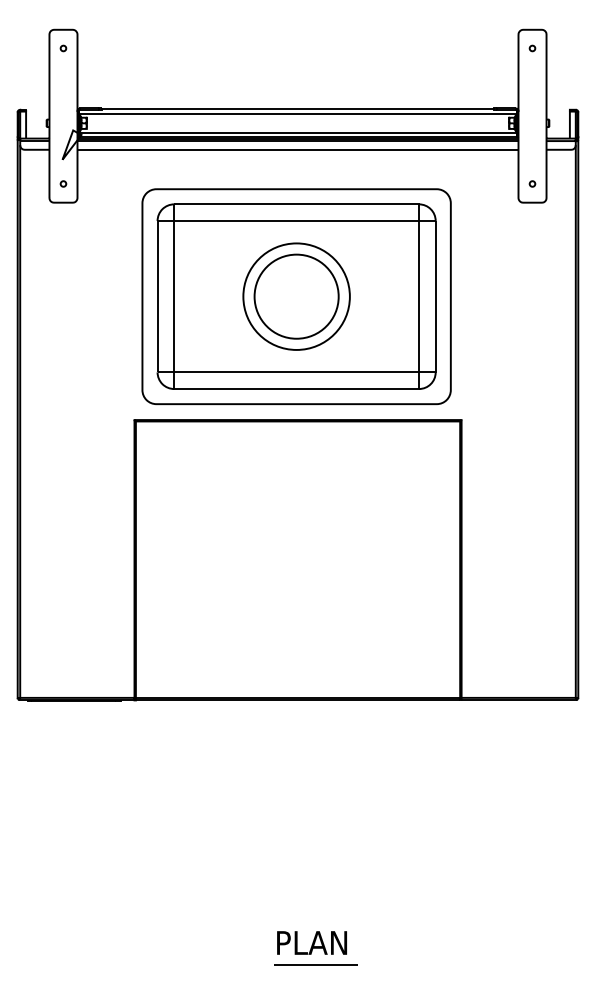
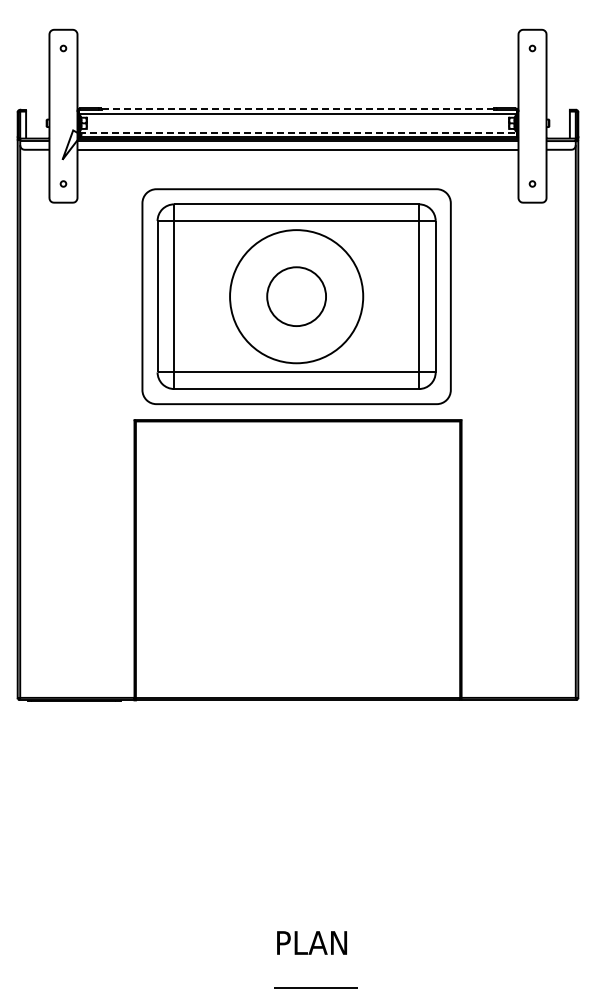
line at (298, 109): solid -> dashed
line at (298, 132): solid -> dashed
circle at (296, 296) diameter: 107 px -> 133 px
circle at (296, 296) diameter: 84 px -> 59 px
line at (315, 964) position: (315, 964) -> (315, 987)
